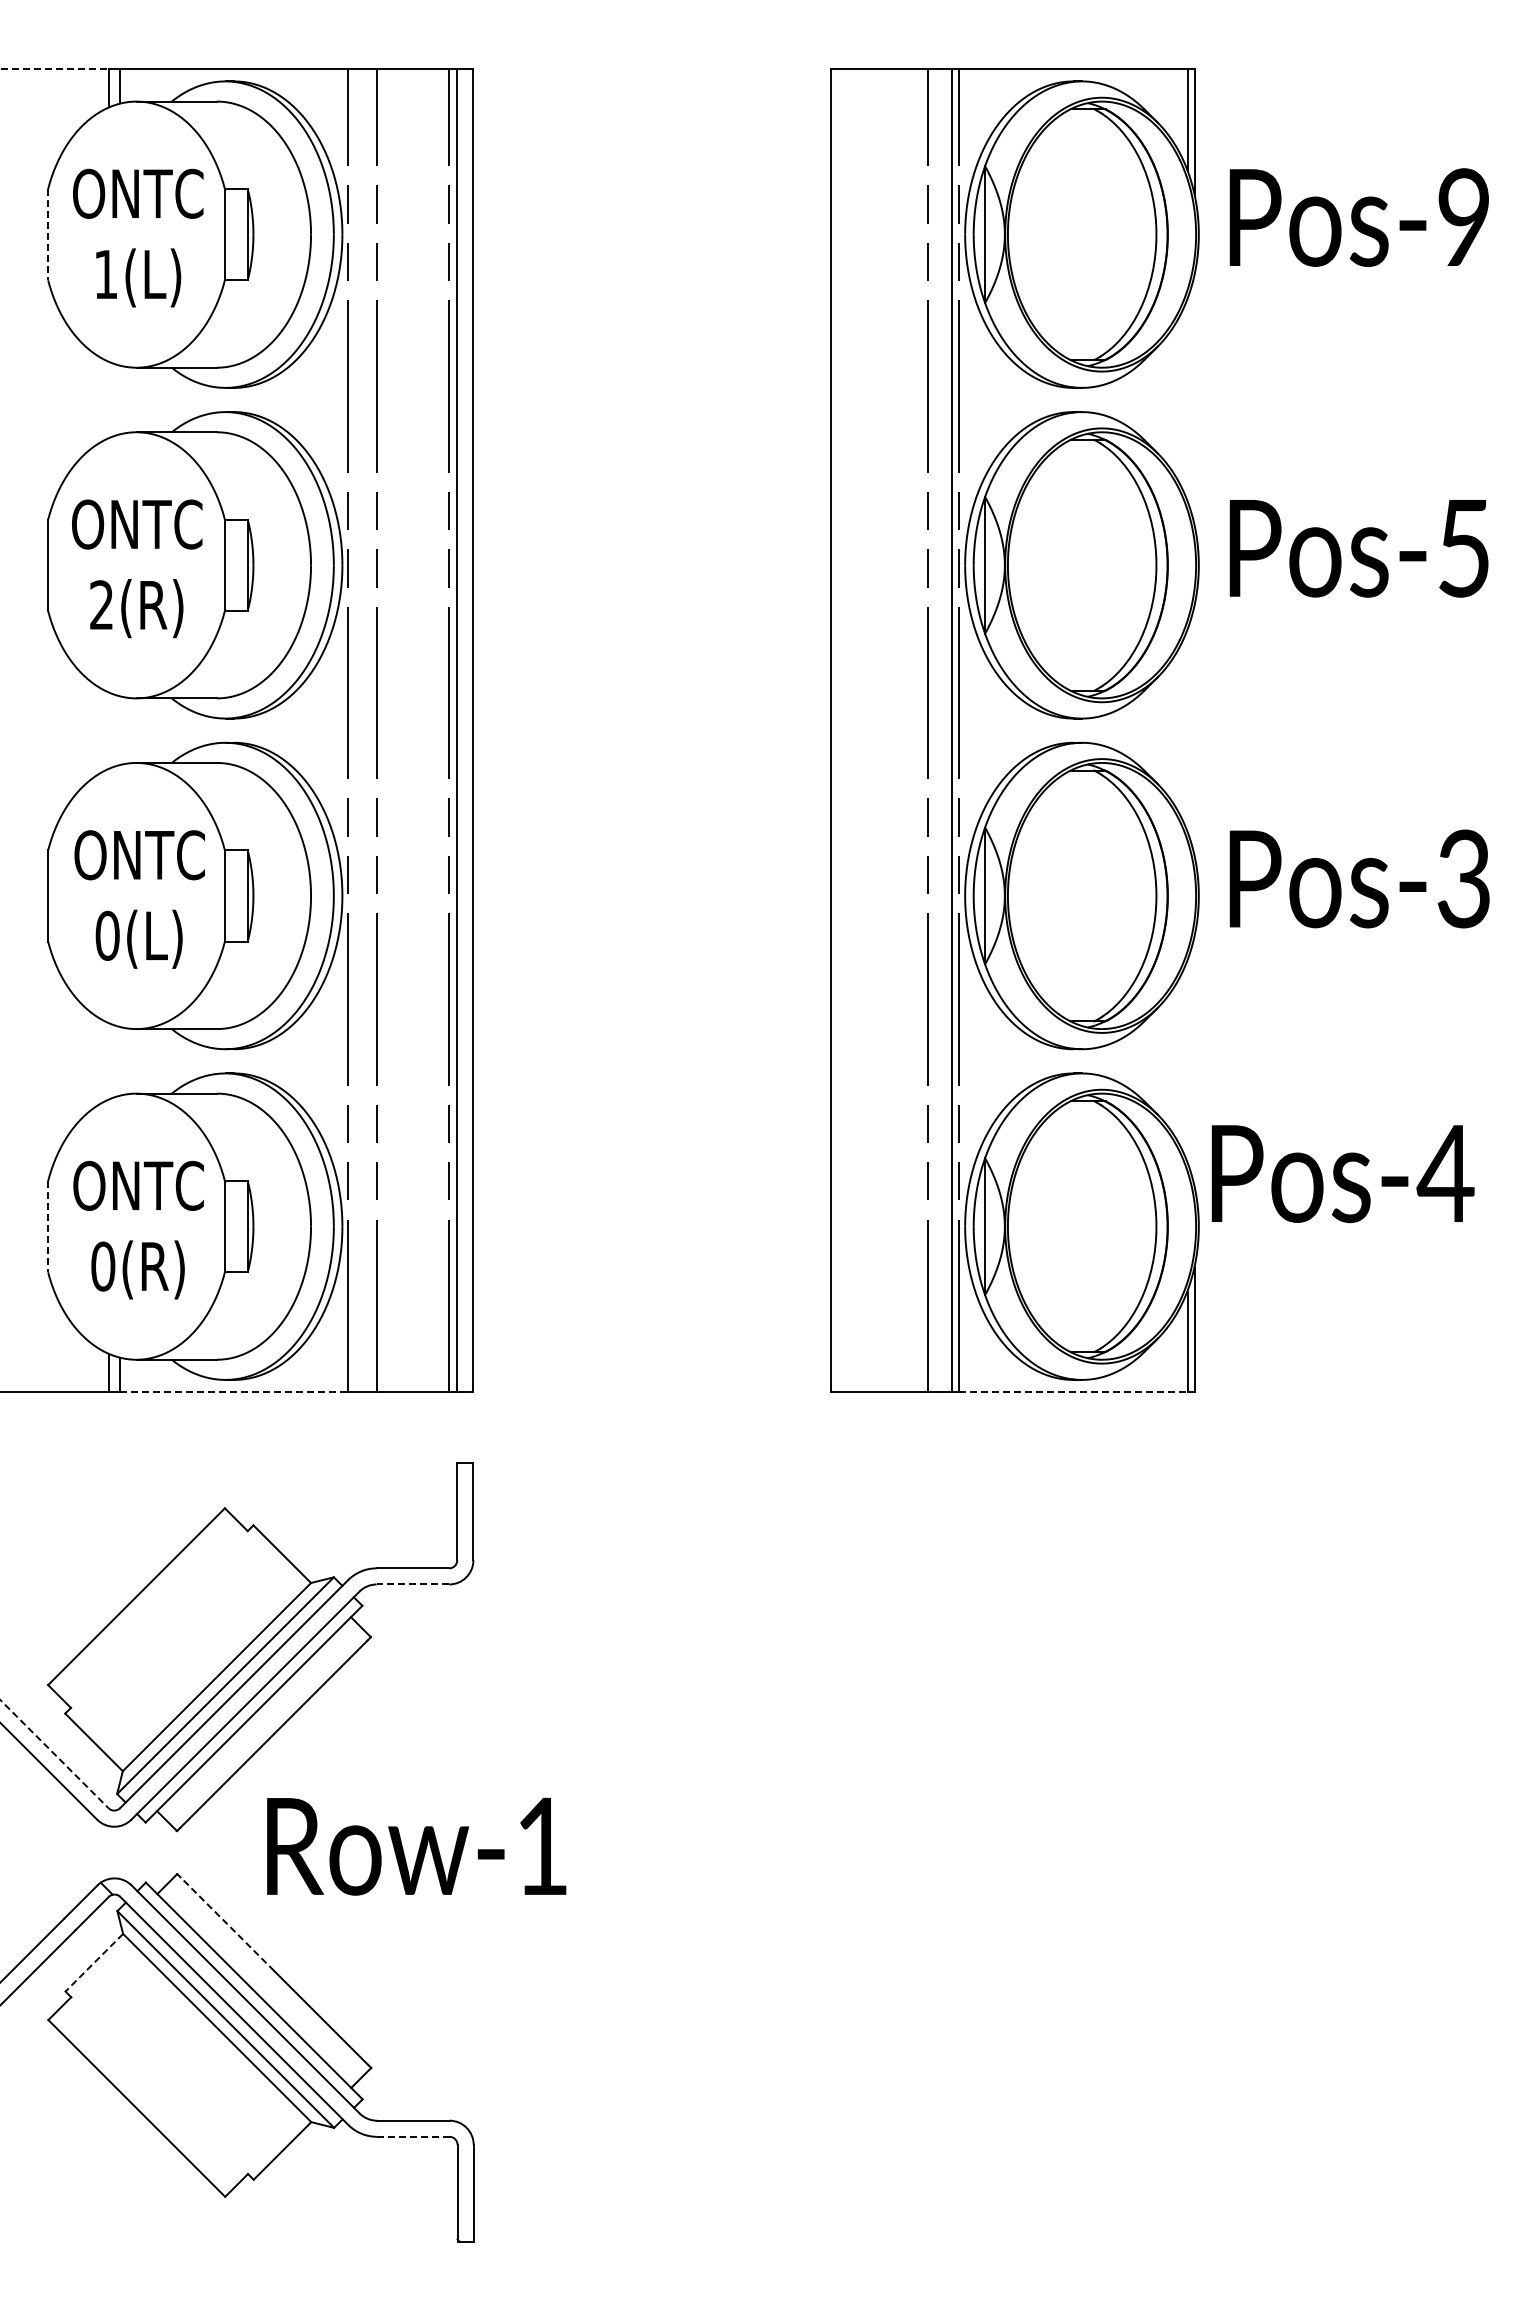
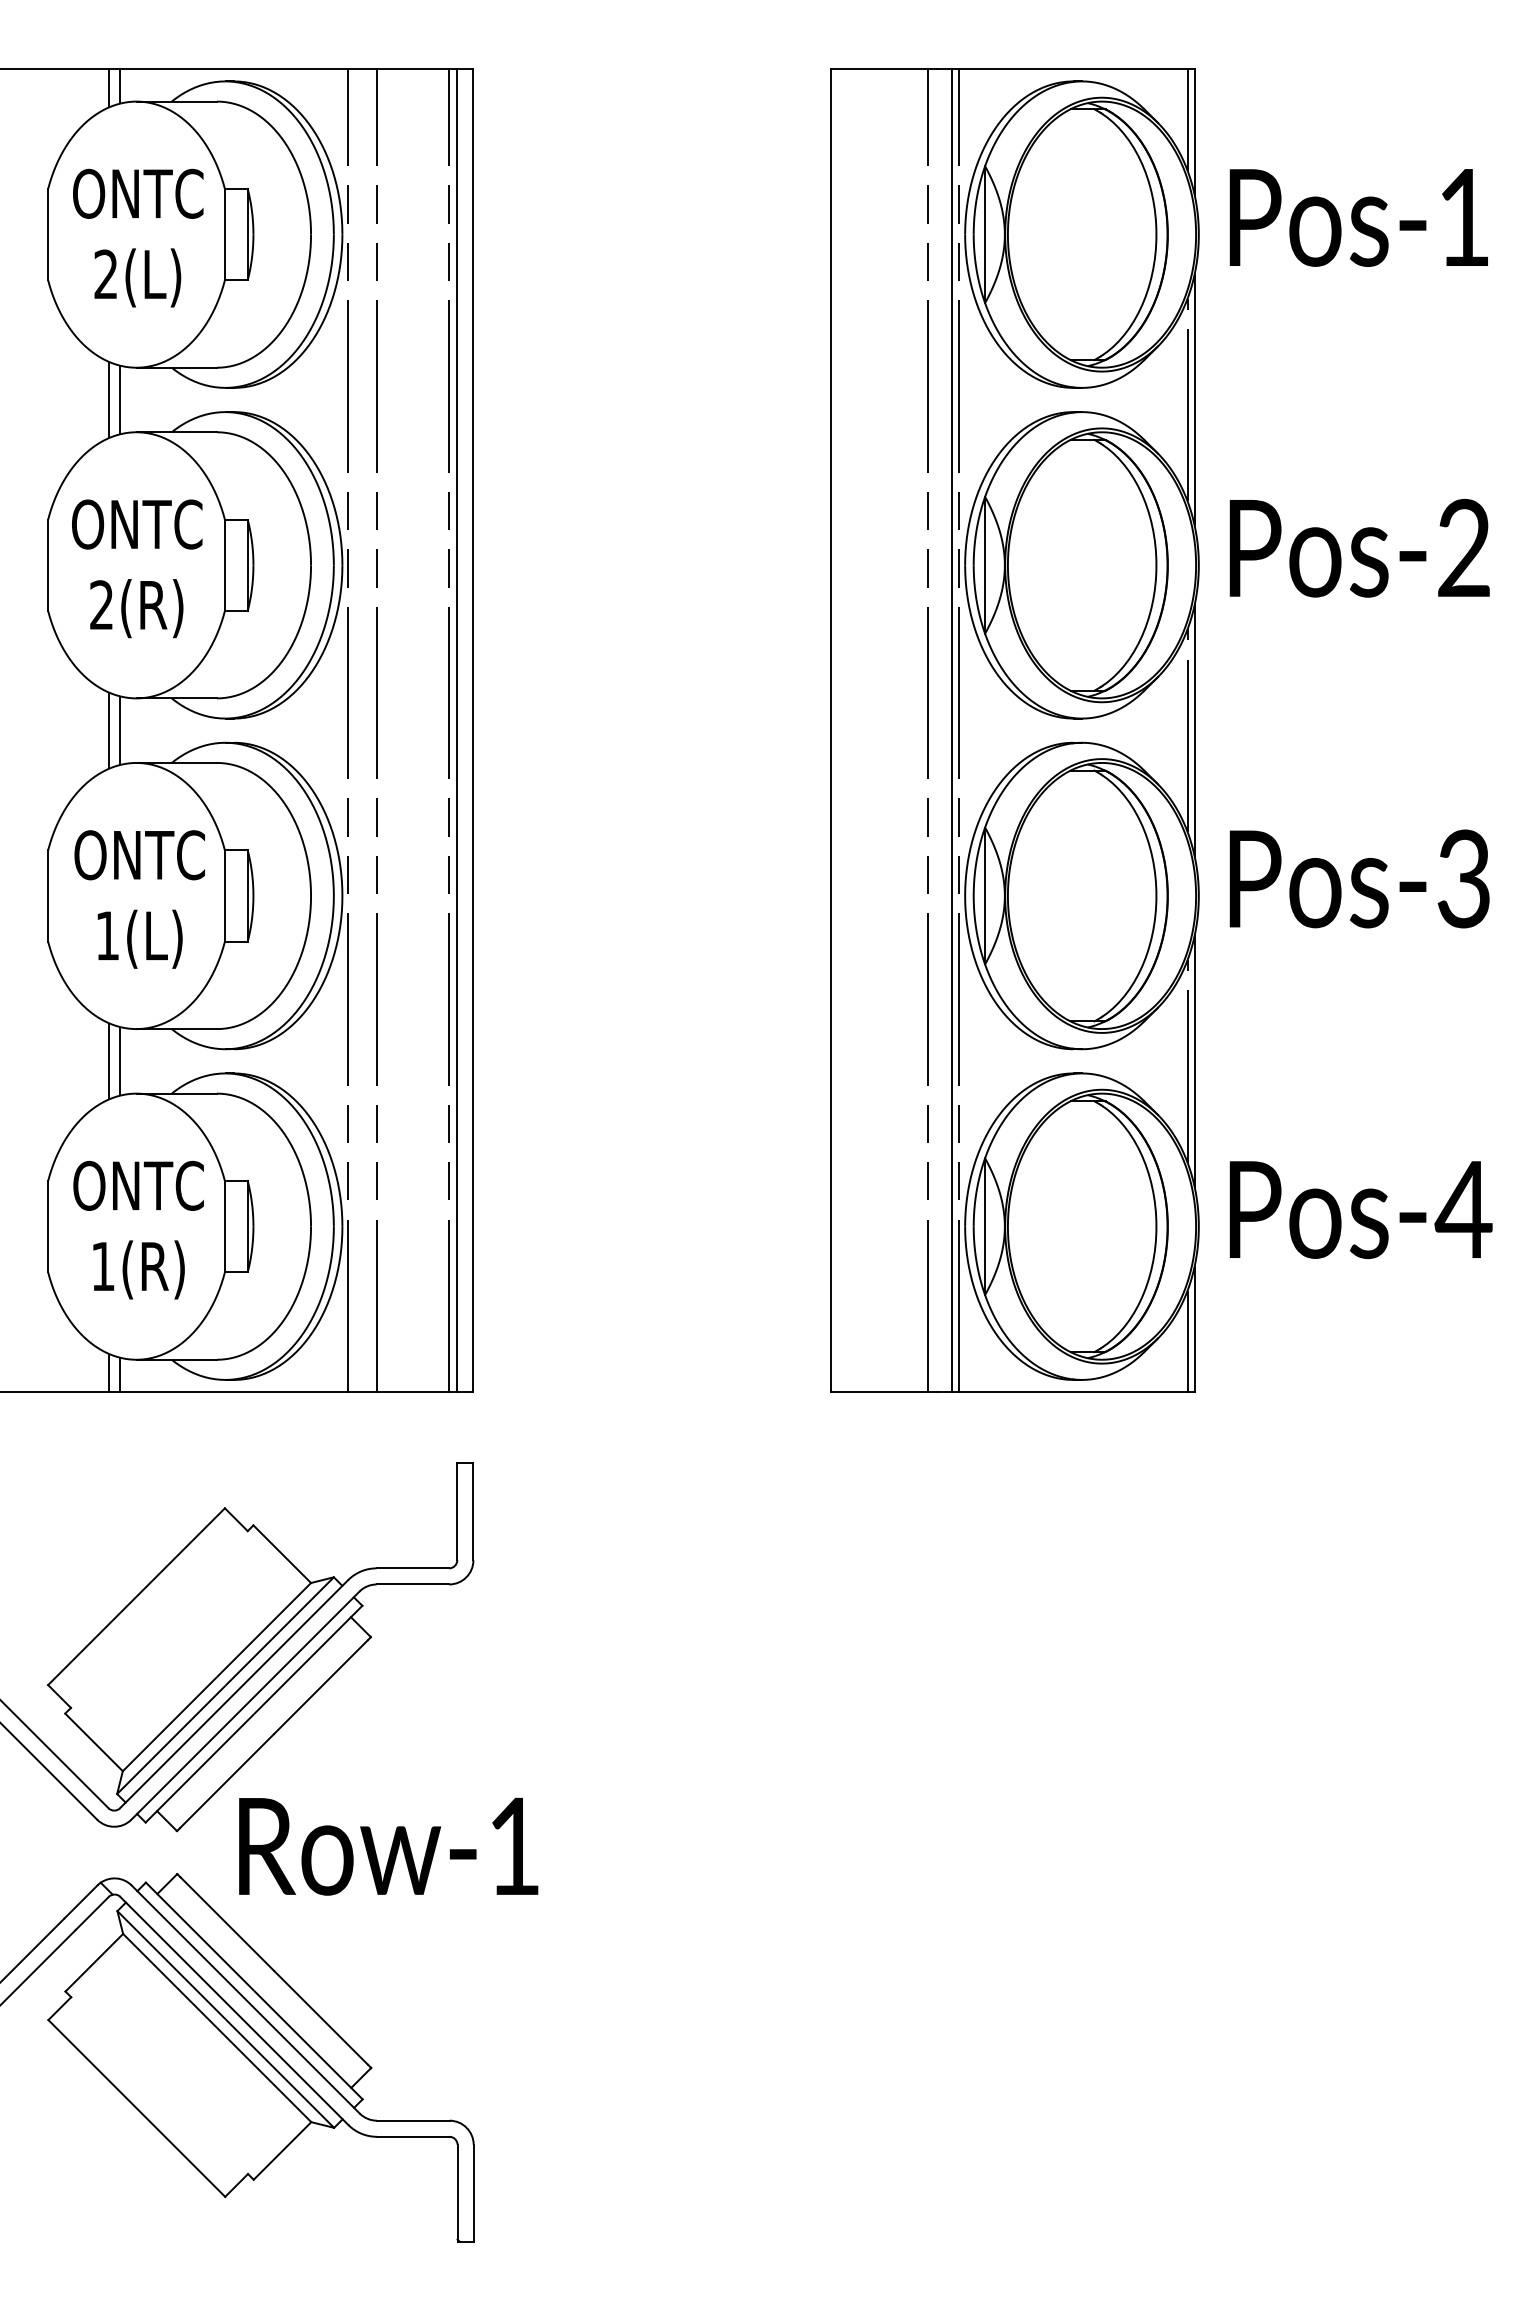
line at (54, 69): dashed -> solid
text at (1463, 216): Pos-9 -> Pos-1
line at (48, 234): dashed -> solid
text at (105, 273): 1(L) -> 2(L)
line at (108, 399): none -> present
line at (120, 399): none -> present
line at (1187, 399): none -> present
line at (1194, 399): none -> present
text at (1463, 547): Pos-5 -> Pos-2
line at (108, 730): none -> present
line at (120, 730): none -> present
line at (1187, 730): none -> present
line at (1194, 730): none -> present
text at (107, 935): 0(L) -> 1(L)
line at (1194, 1060): none -> present
line at (108, 1061): none -> present
line at (120, 1061): none -> present
line at (1187, 1061): none -> present
text at (1342, 1174) position: (1342, 1174) -> (1360, 1210)
line at (48, 1226): dashed -> solid
text at (103, 1266): 0(R) -> 1(R)
line at (234, 1392): dashed -> solid
line at (1074, 1392): dashed -> solid
line at (412, 1584): dashed -> solid
line at (54, 1754): dashed -> solid
text at (416, 1846) position: (416, 1846) -> (388, 1846)
line at (227, 1923): dashed -> solid
line at (94, 1962): dashed -> solid
line at (413, 2136): dashed -> solid
